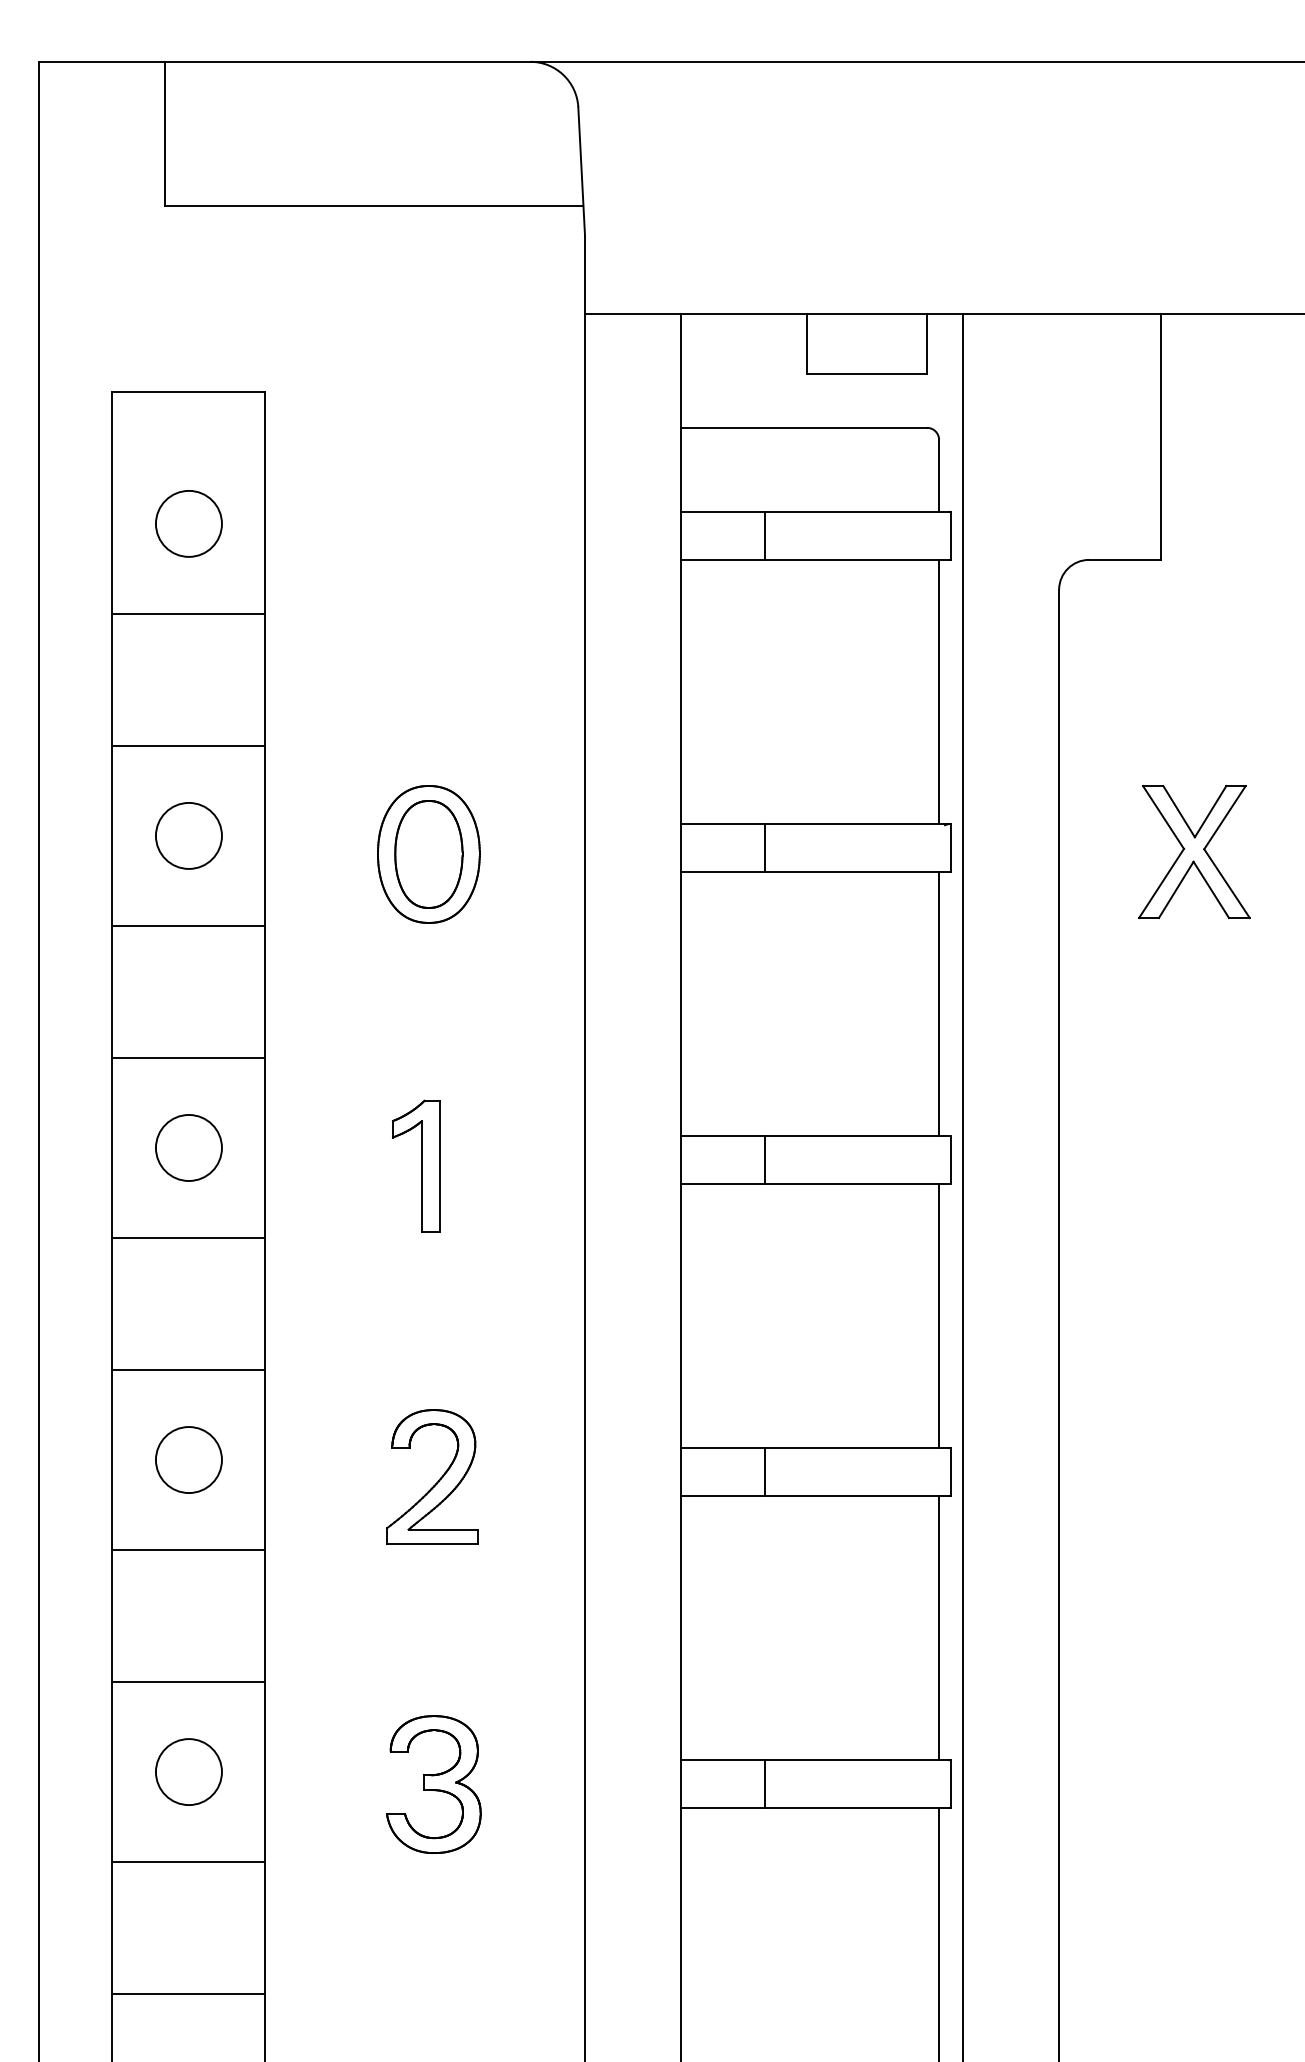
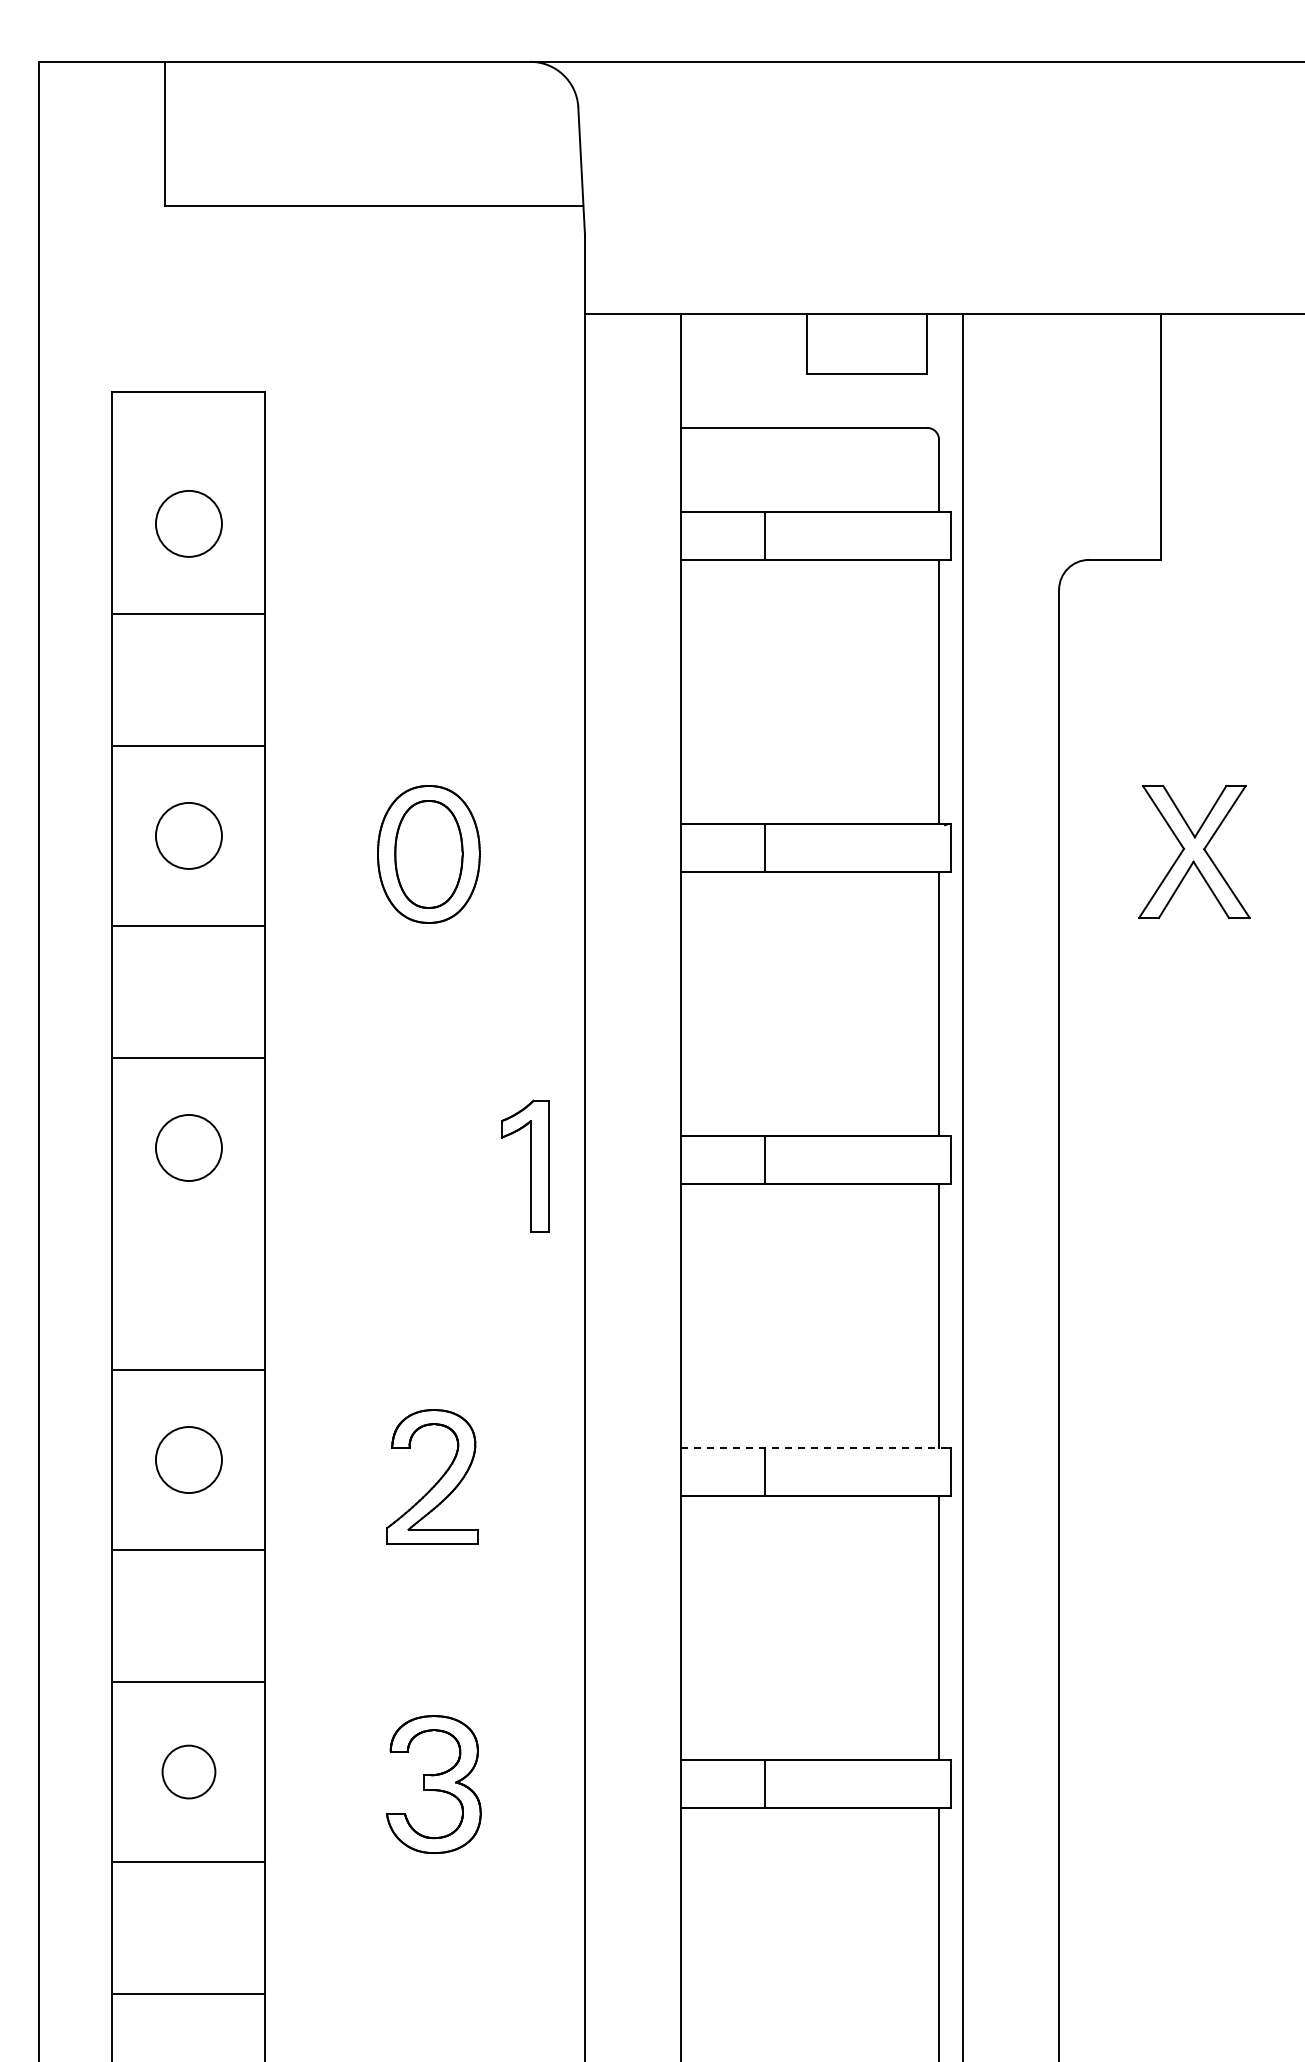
part at (416, 1165) position: (416, 1165) -> (525, 1165)
line at (188, 1238): present -> none
line at (815, 1448): solid -> dashed
circle at (188, 1771) size: 68x68 px -> 56x56 px
